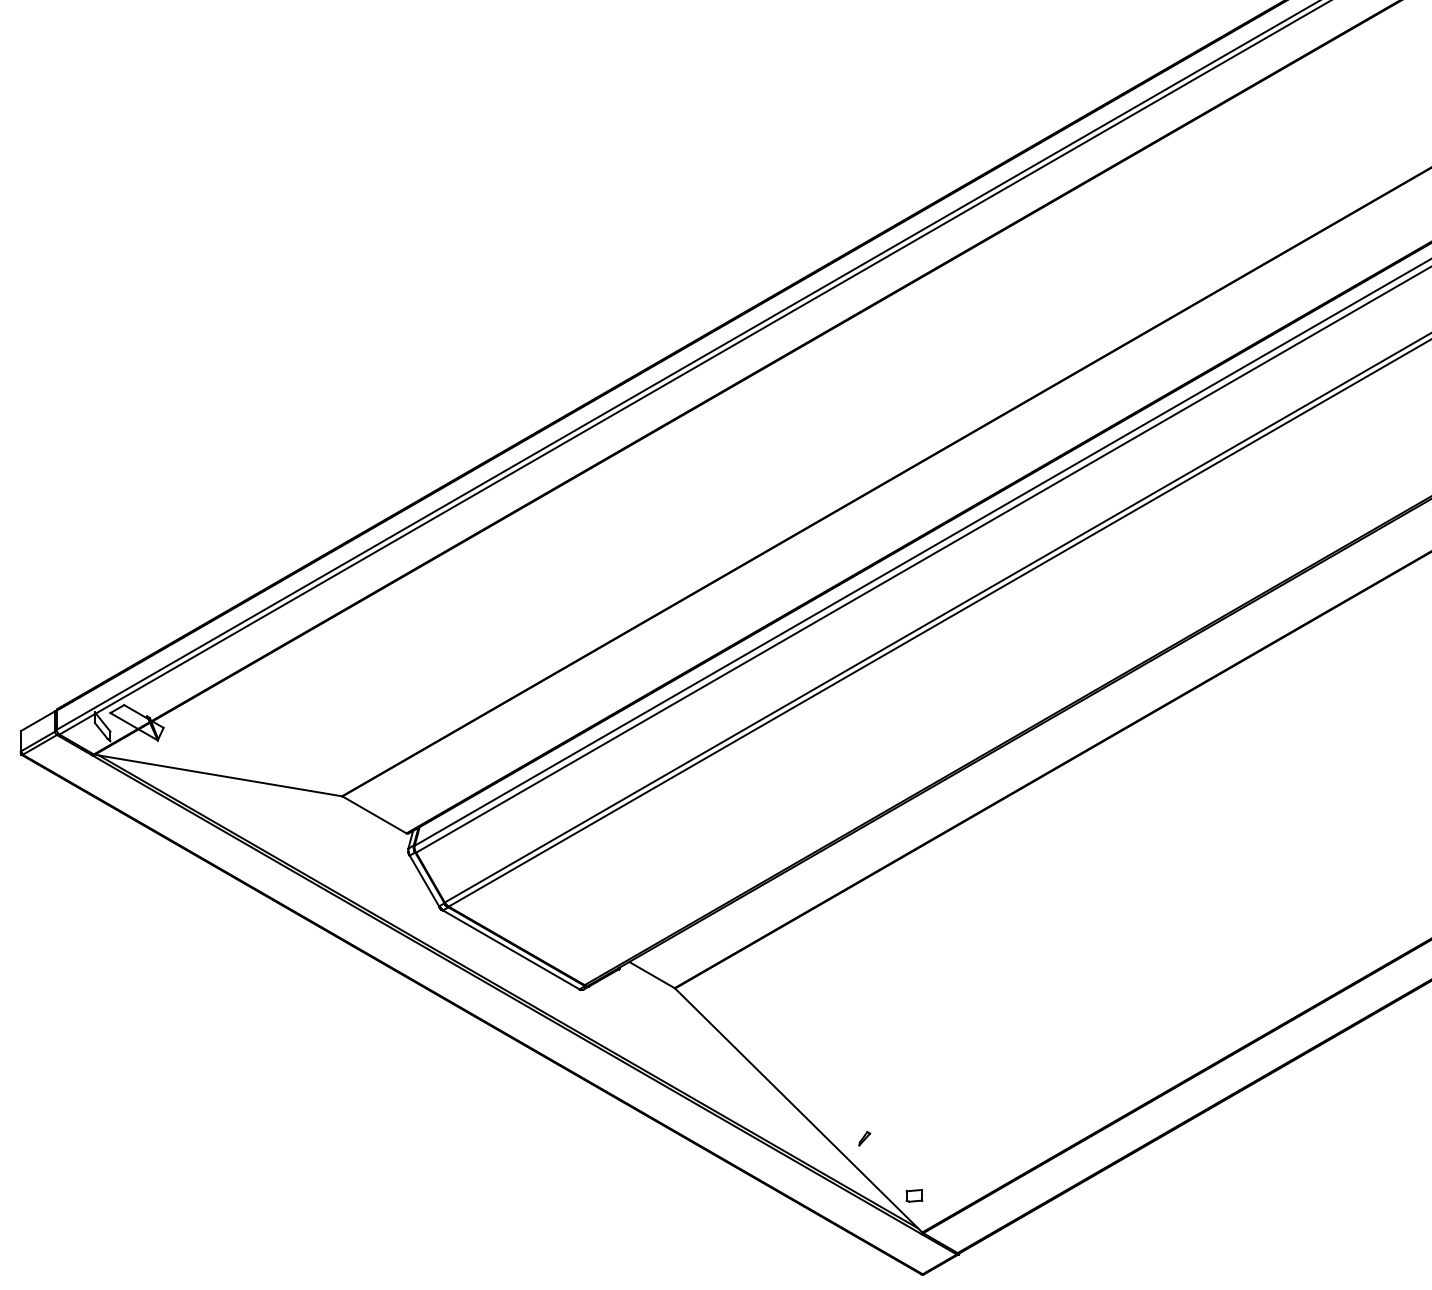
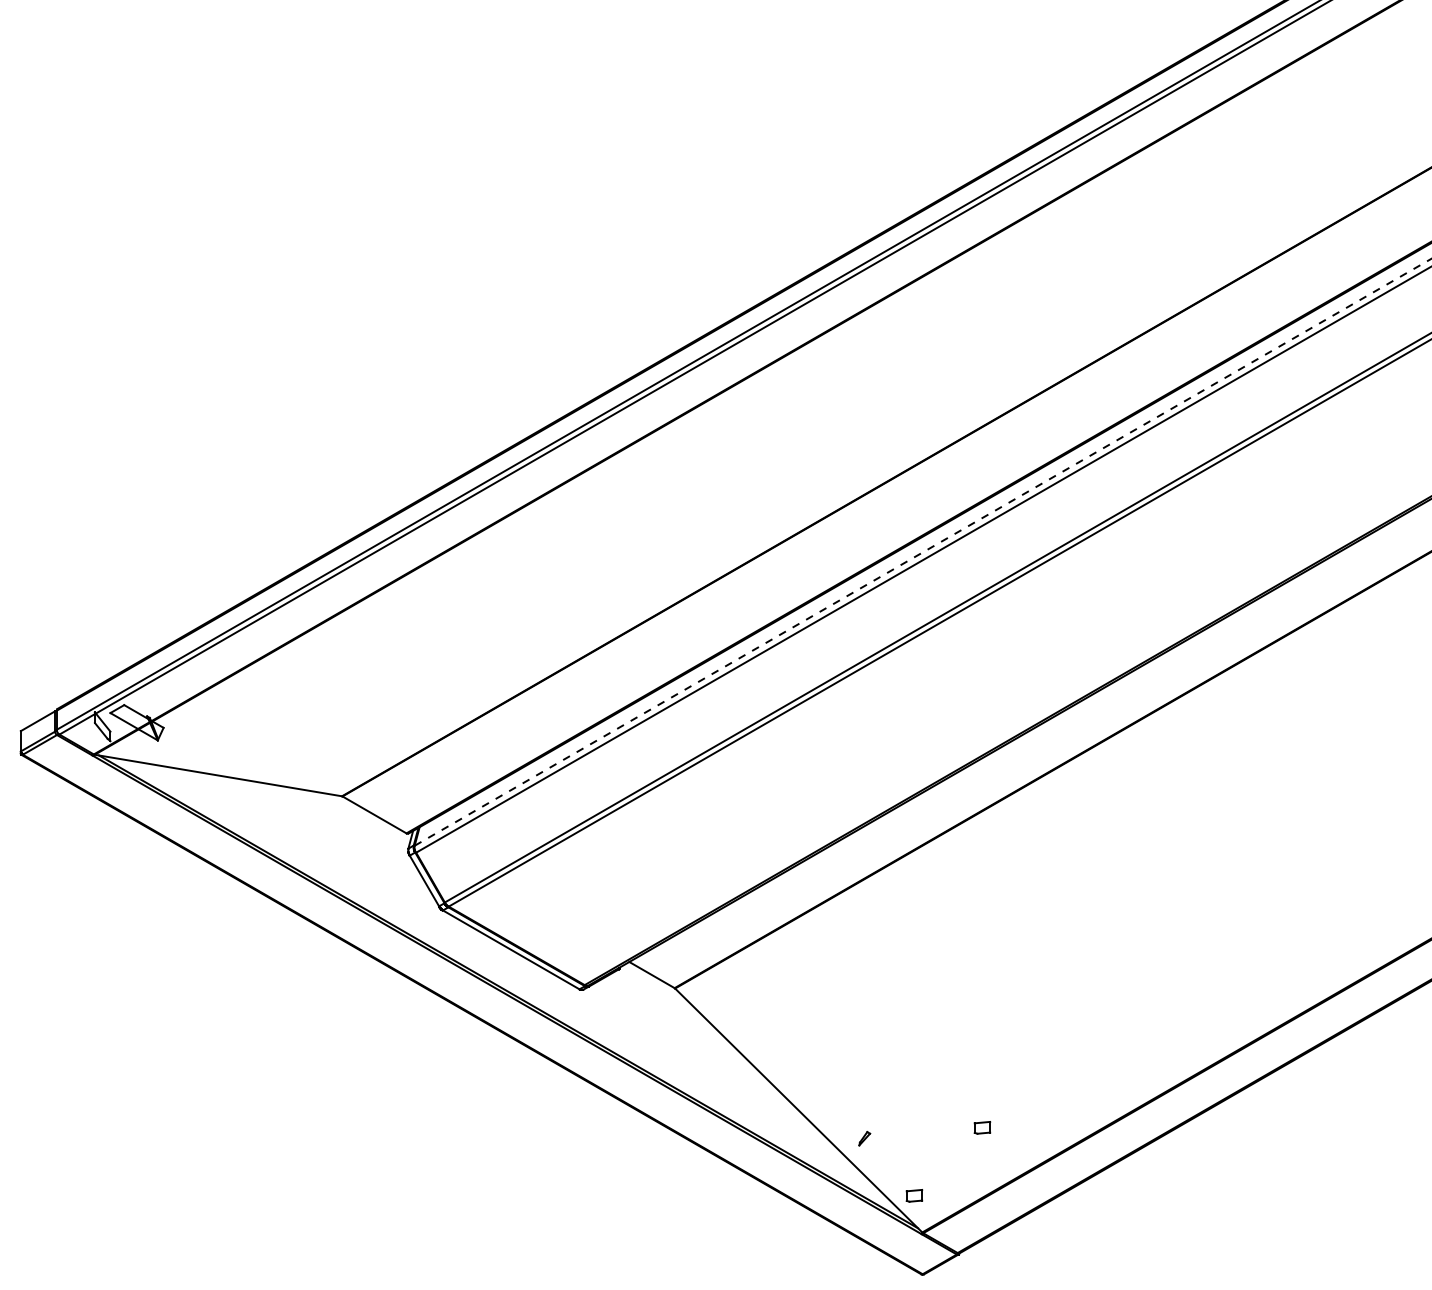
line at (922, 552): solid -> dashed
part at (982, 1127): none -> present
